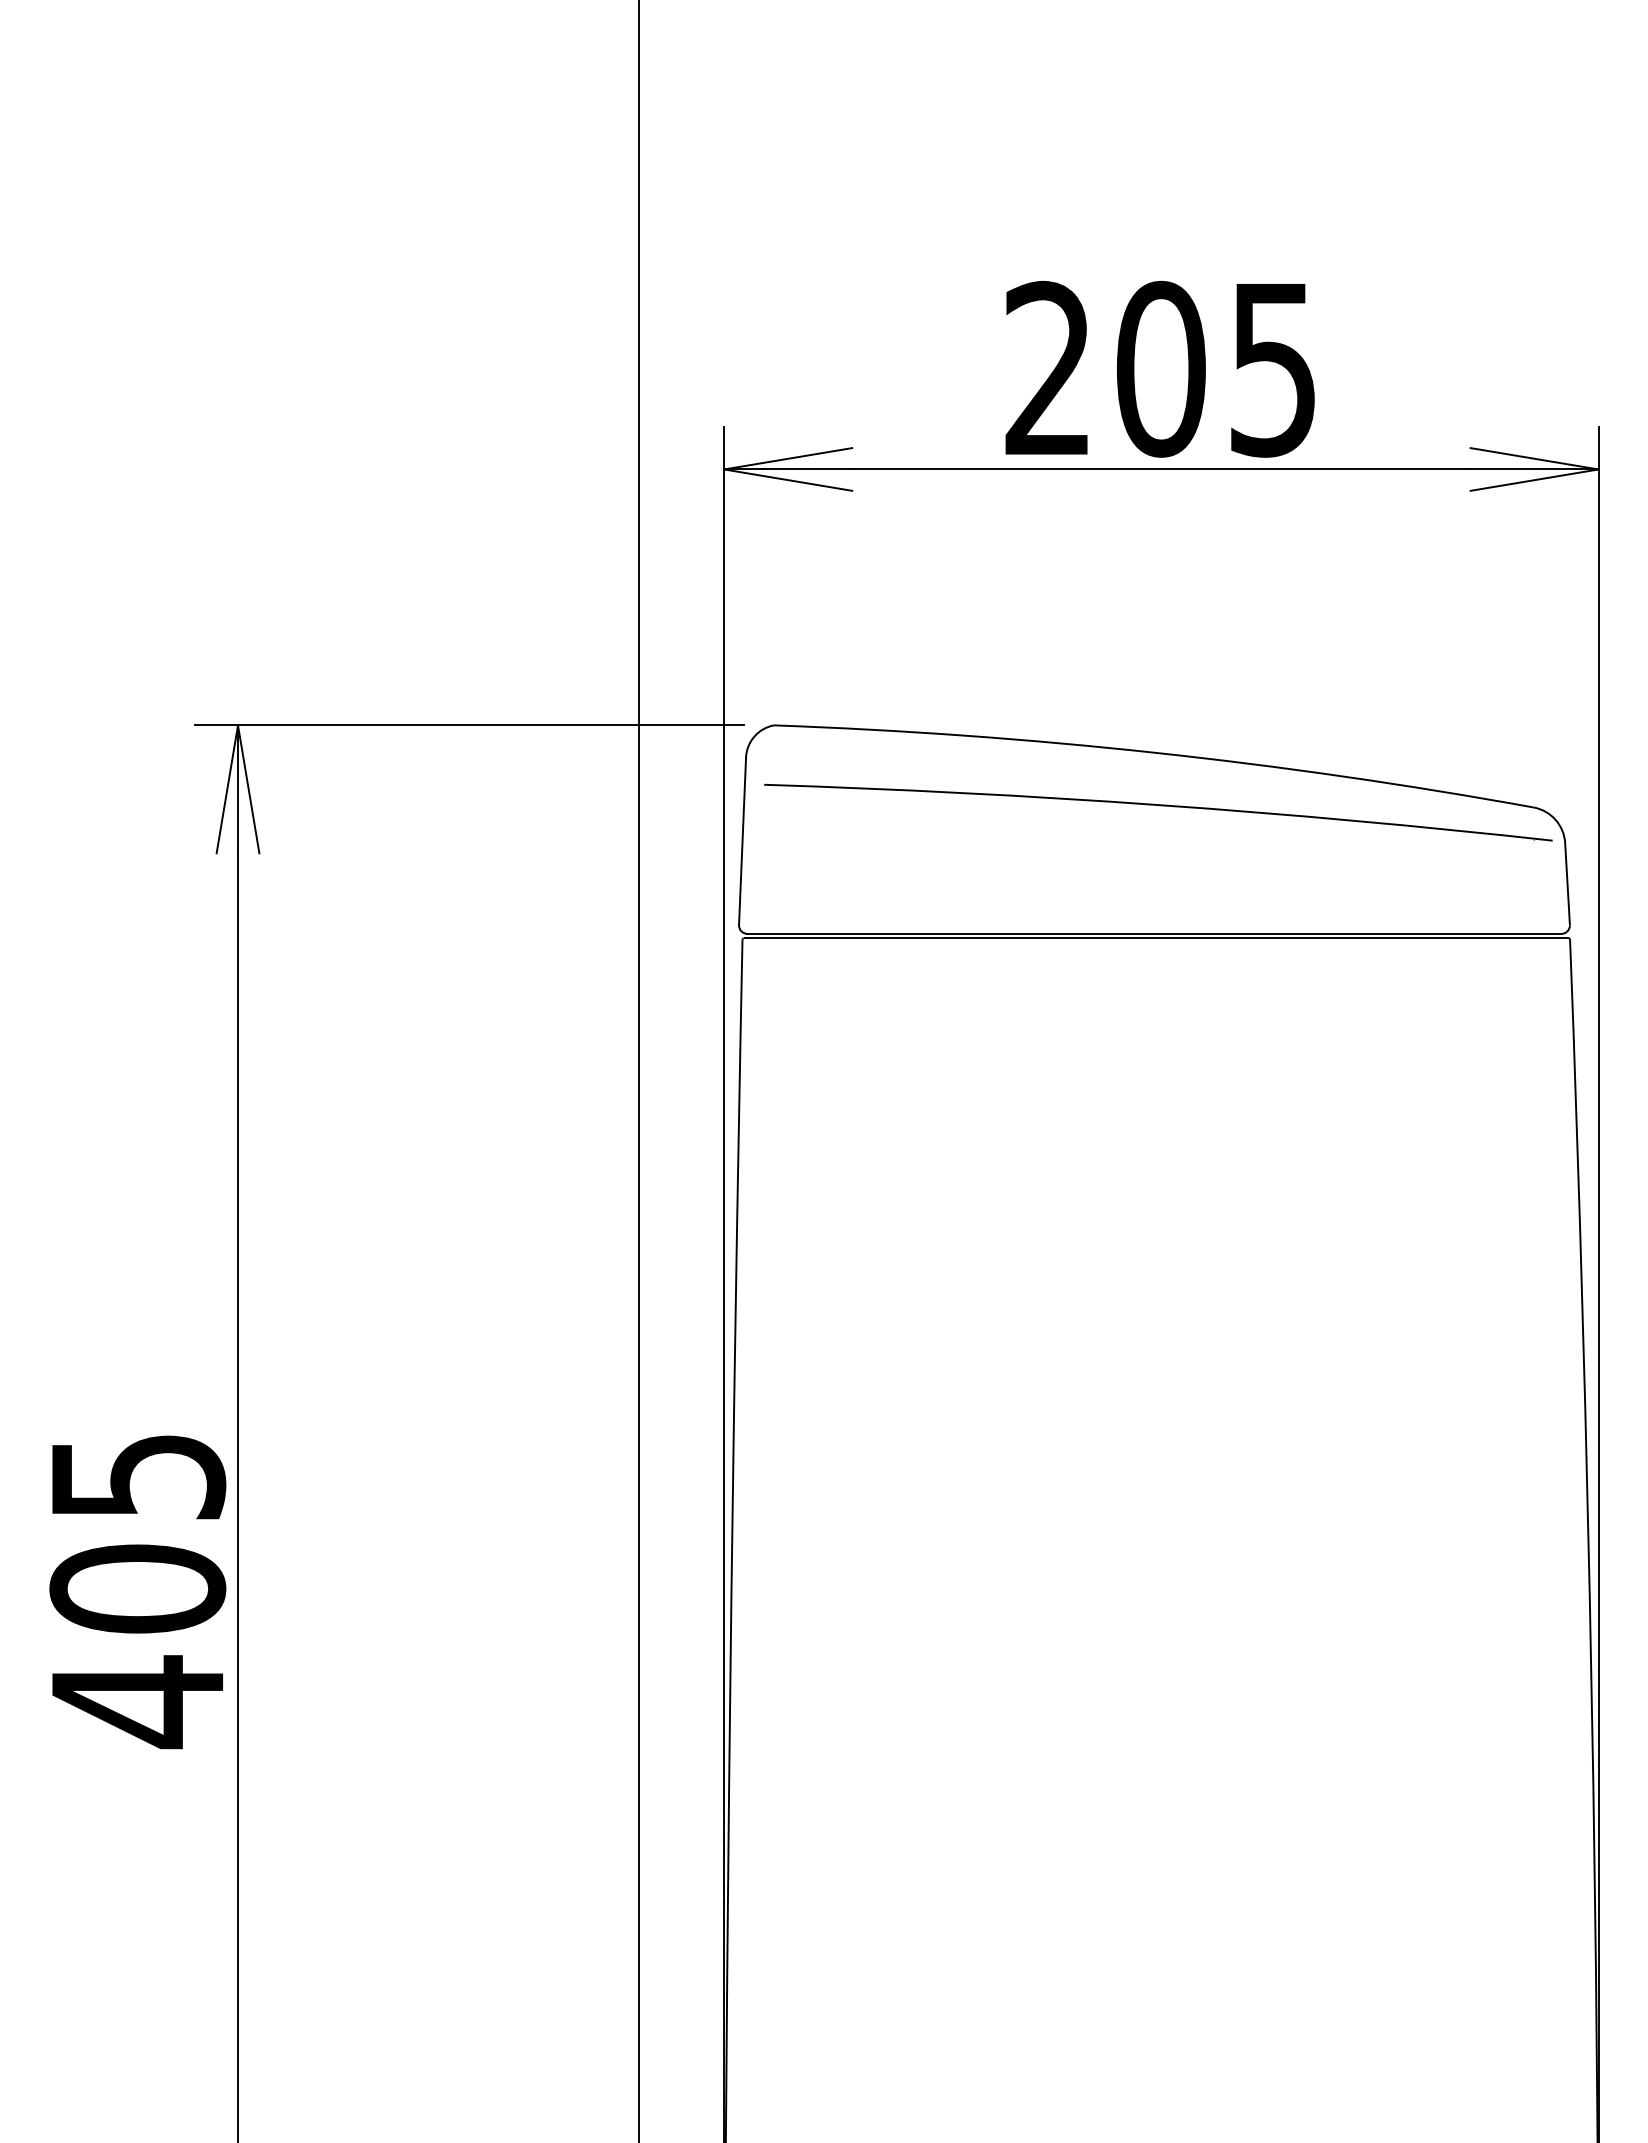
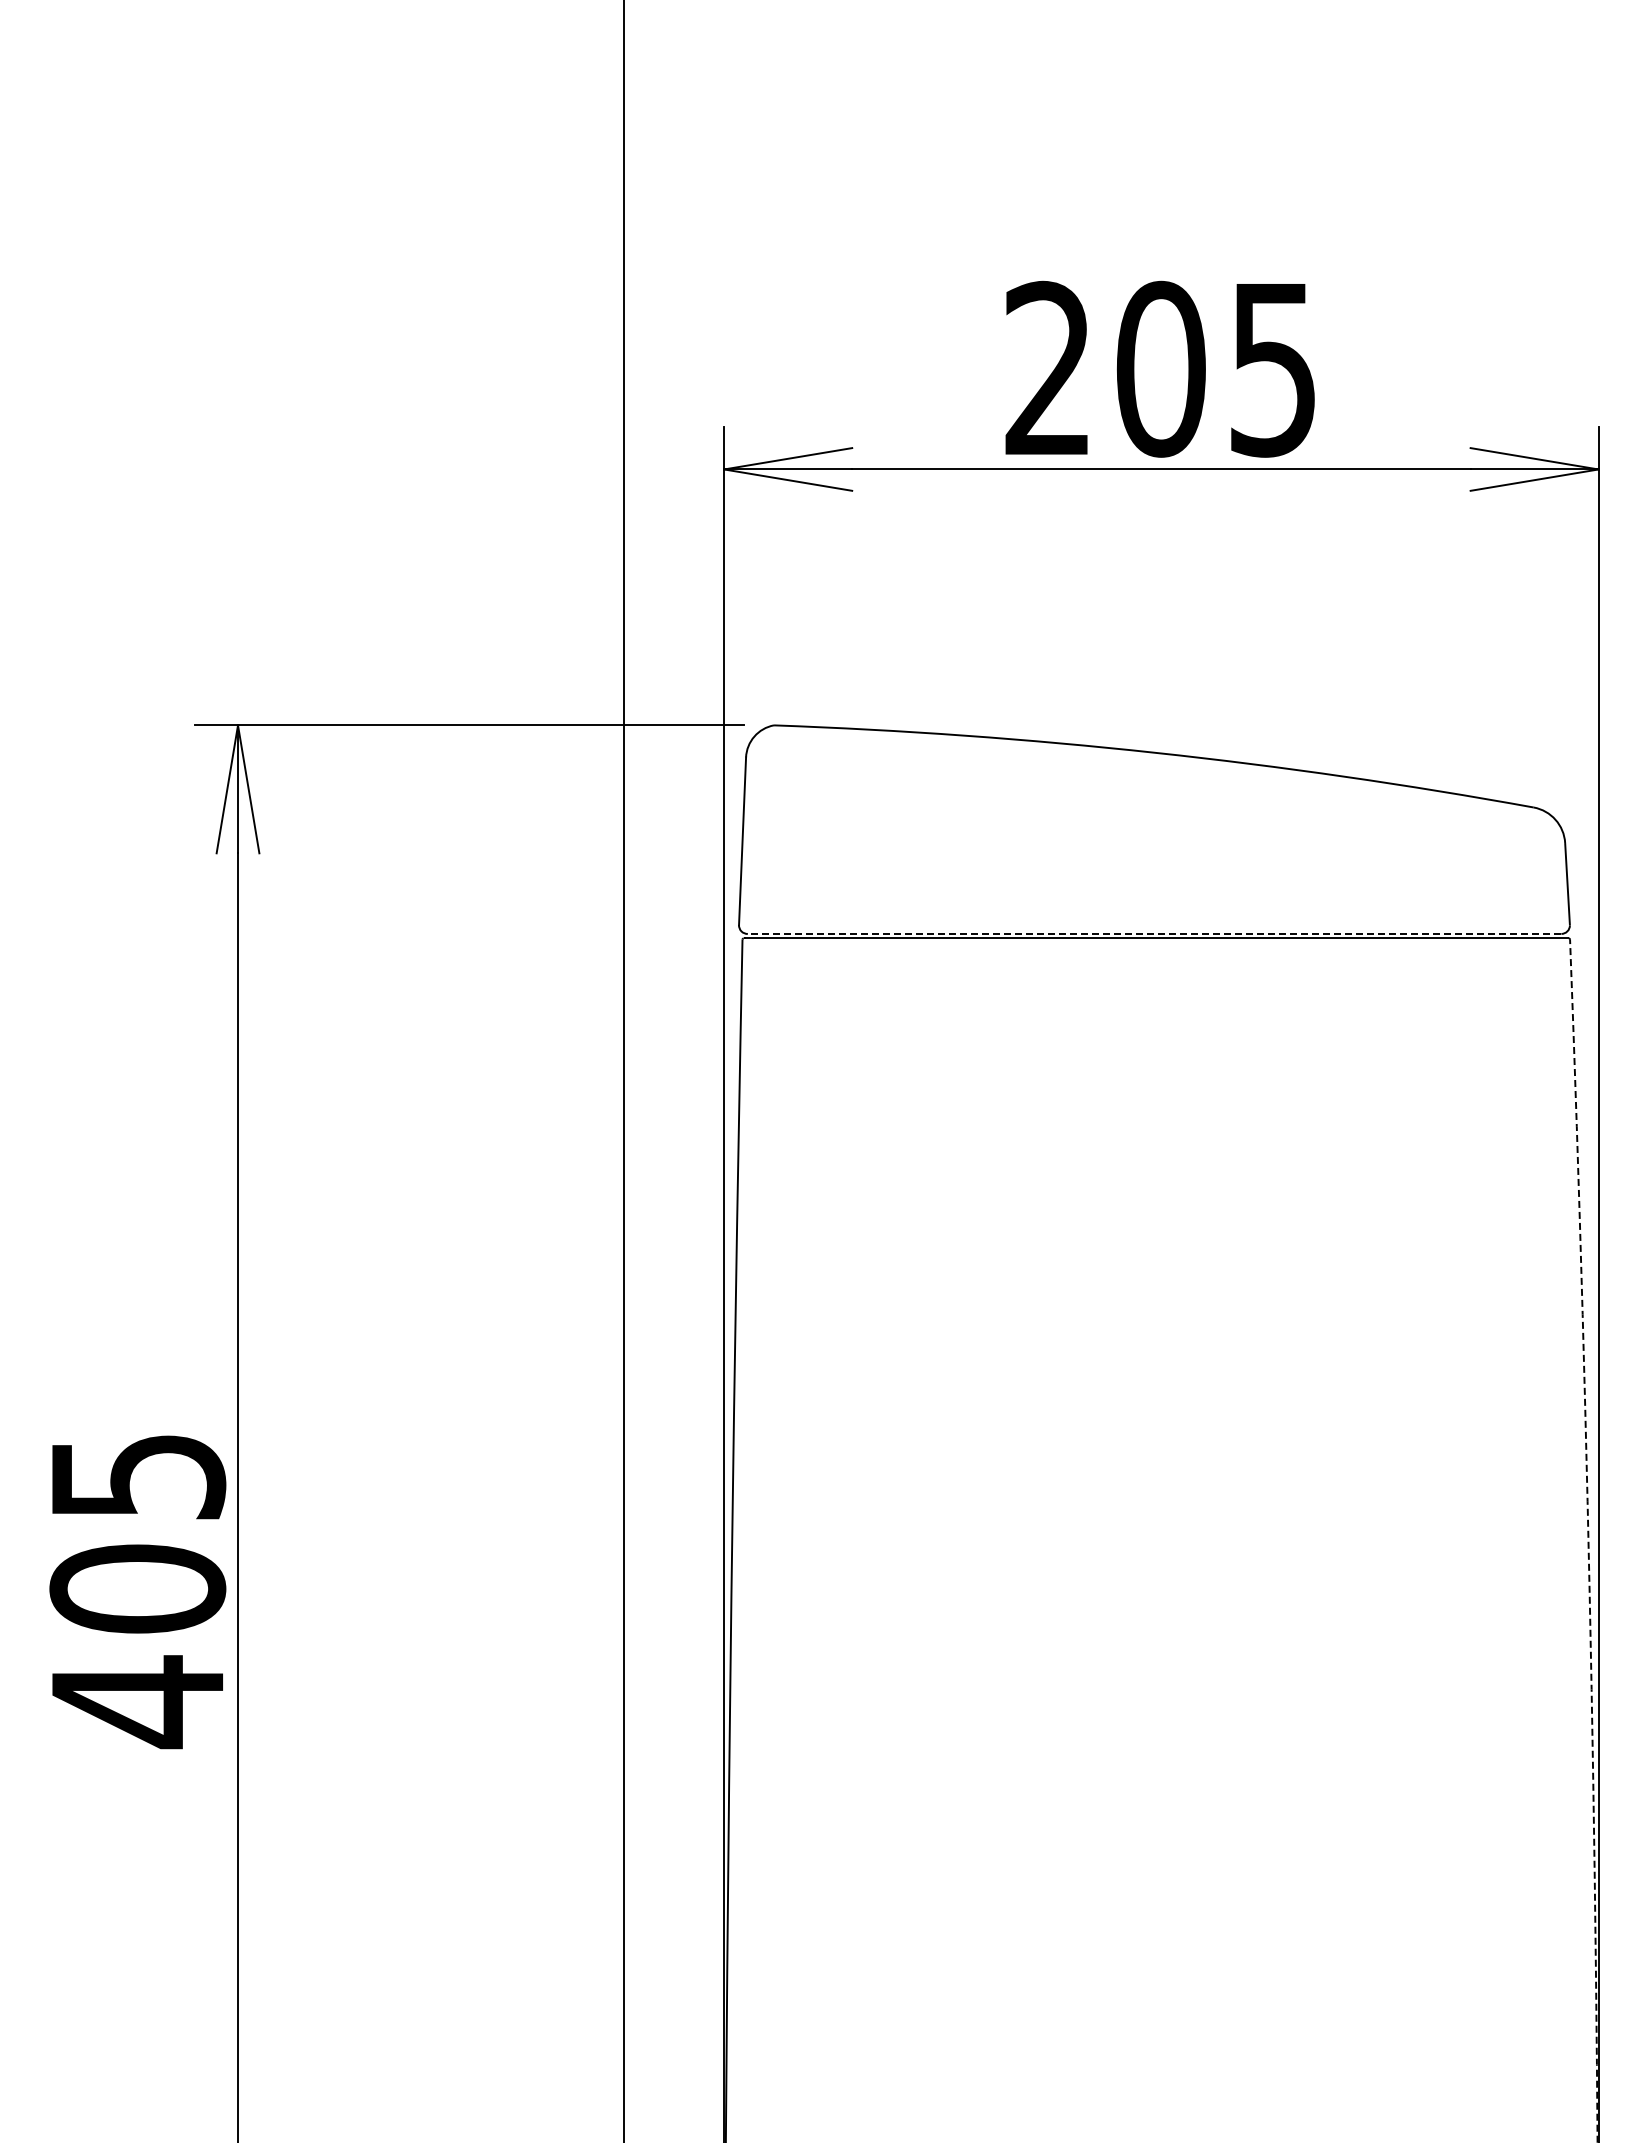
part at (1159, 806): present -> none
line at (1154, 933): solid -> dashed
line at (638, 1070) position: (638, 1070) -> (623, 1070)
arc at (1588, 1540): solid -> dashed
